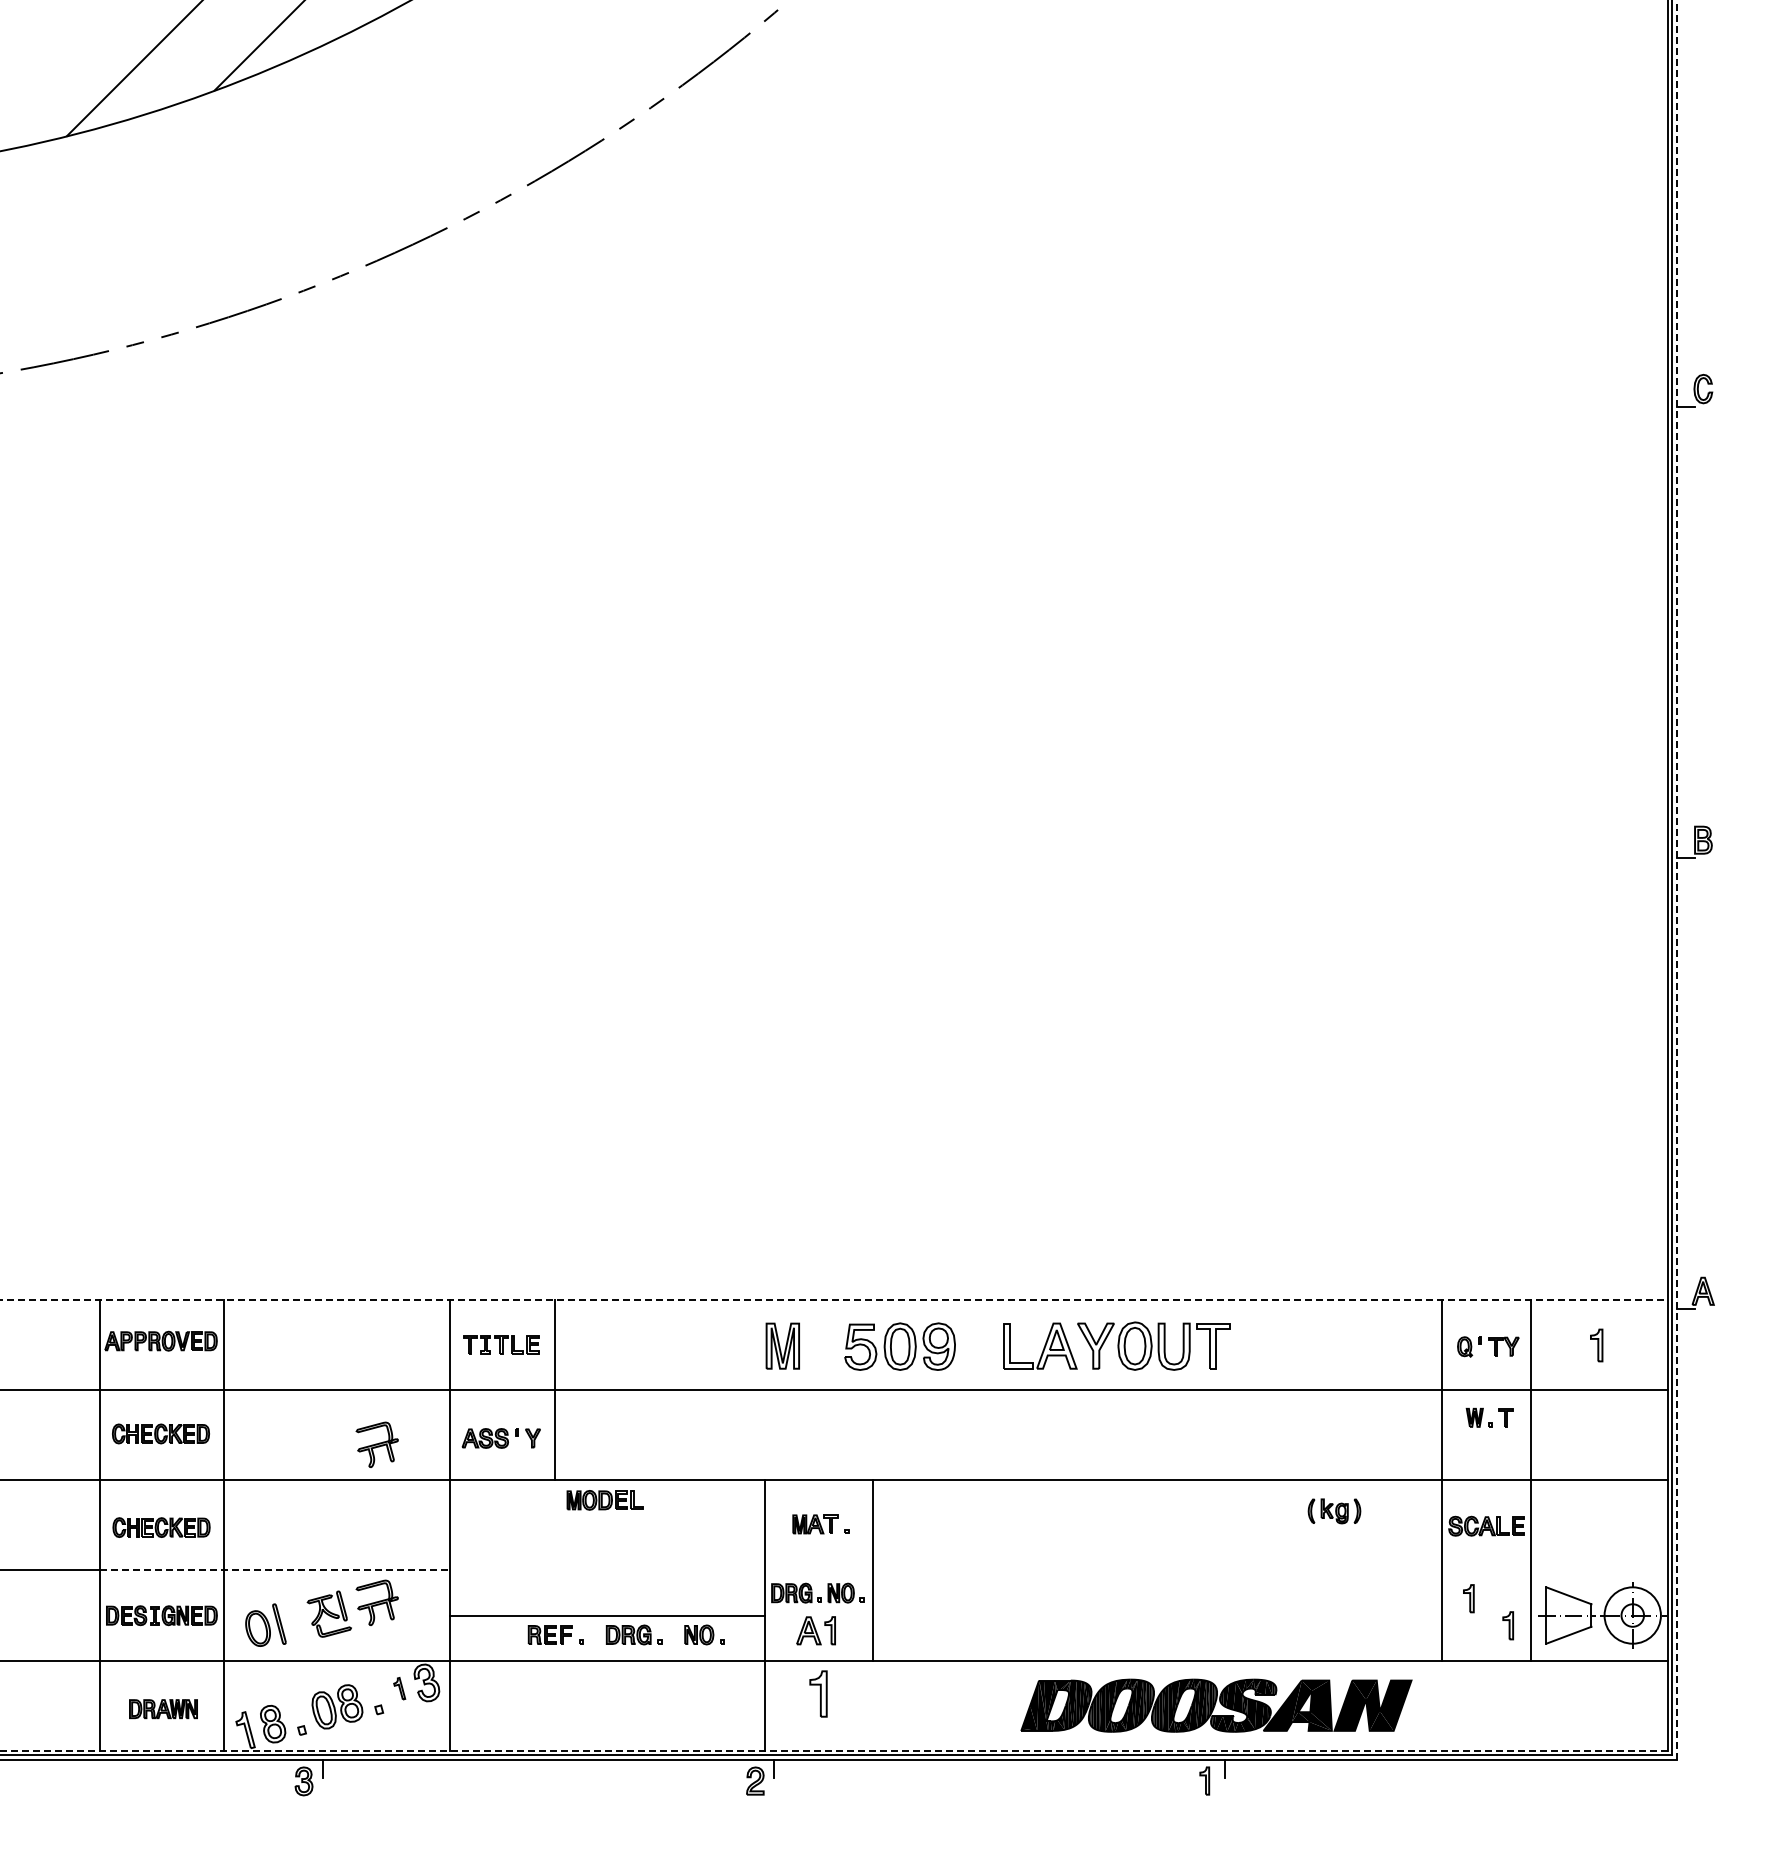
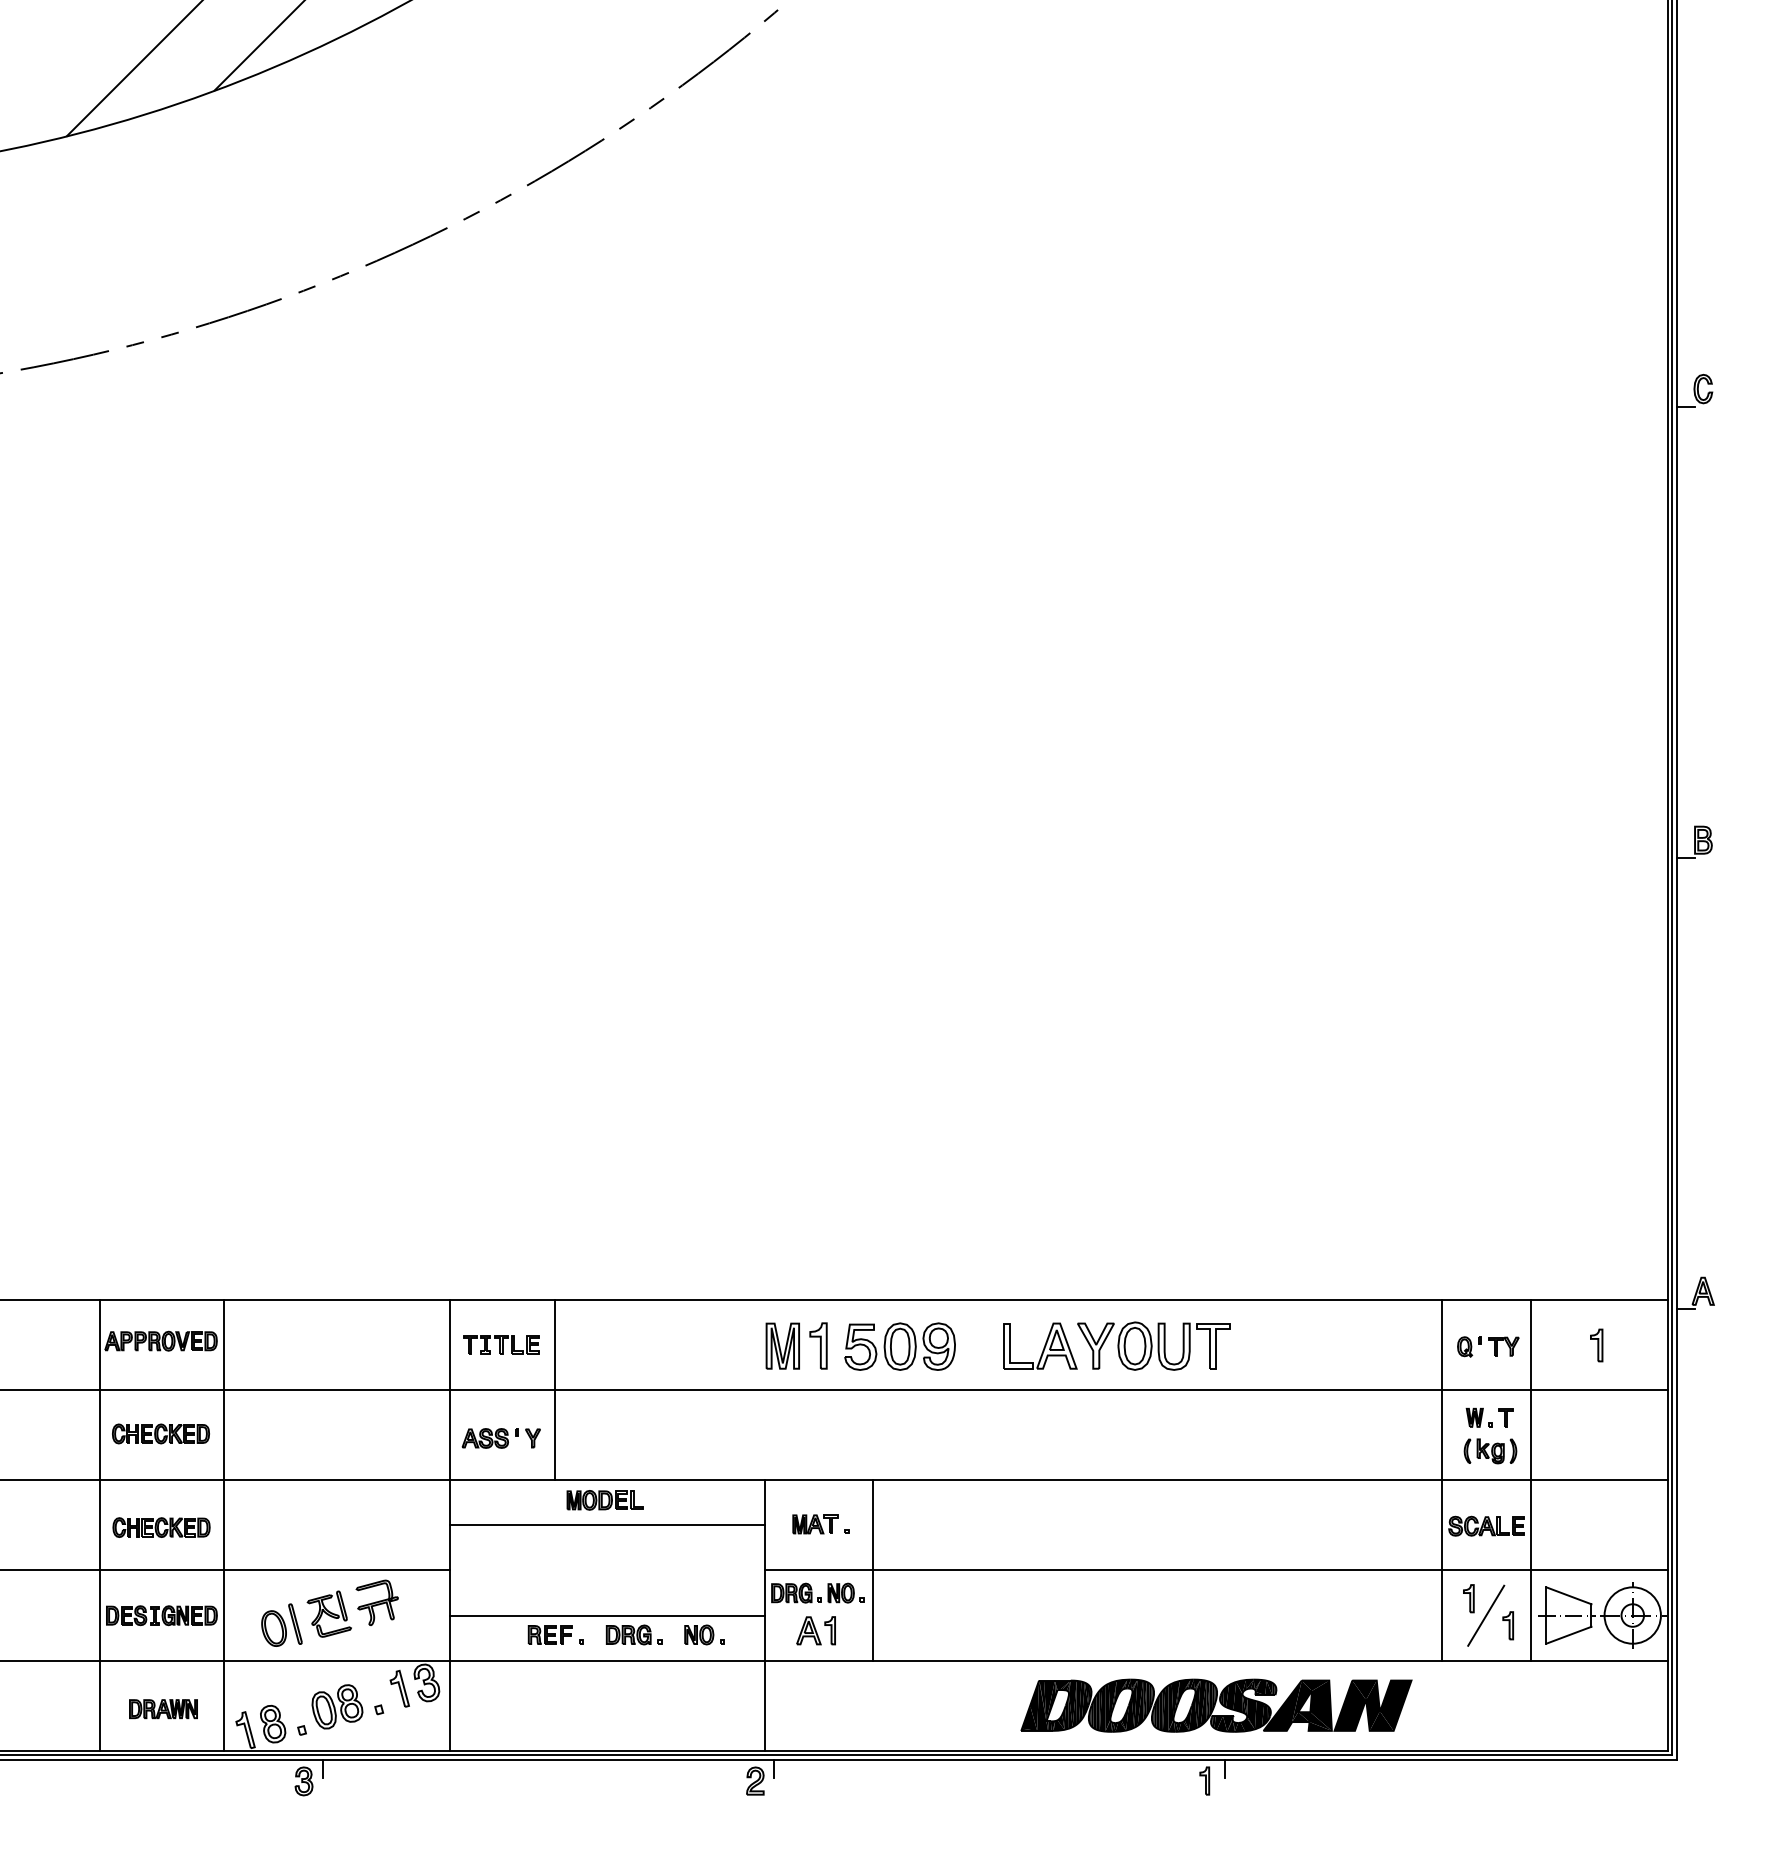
line at (1676, 879): dashed -> solid
line at (834, 1299): dashed -> solid
part at (376, 1444): present -> none
part at (1334, 1511) position: (1334, 1511) -> (1490, 1451)
line at (607, 1525): none -> present
line at (274, 1570): dashed -> solid
line at (1216, 1570): none -> present
line at (1486, 1615): none -> present
part at (265, 1624) position: (265, 1624) -> (281, 1624)
part at (399, 1688) size: 14x24 px -> 21x39 px
part at (818, 1693) position: (818, 1693) -> (818, 1345)
line at (834, 1750): dashed -> solid
